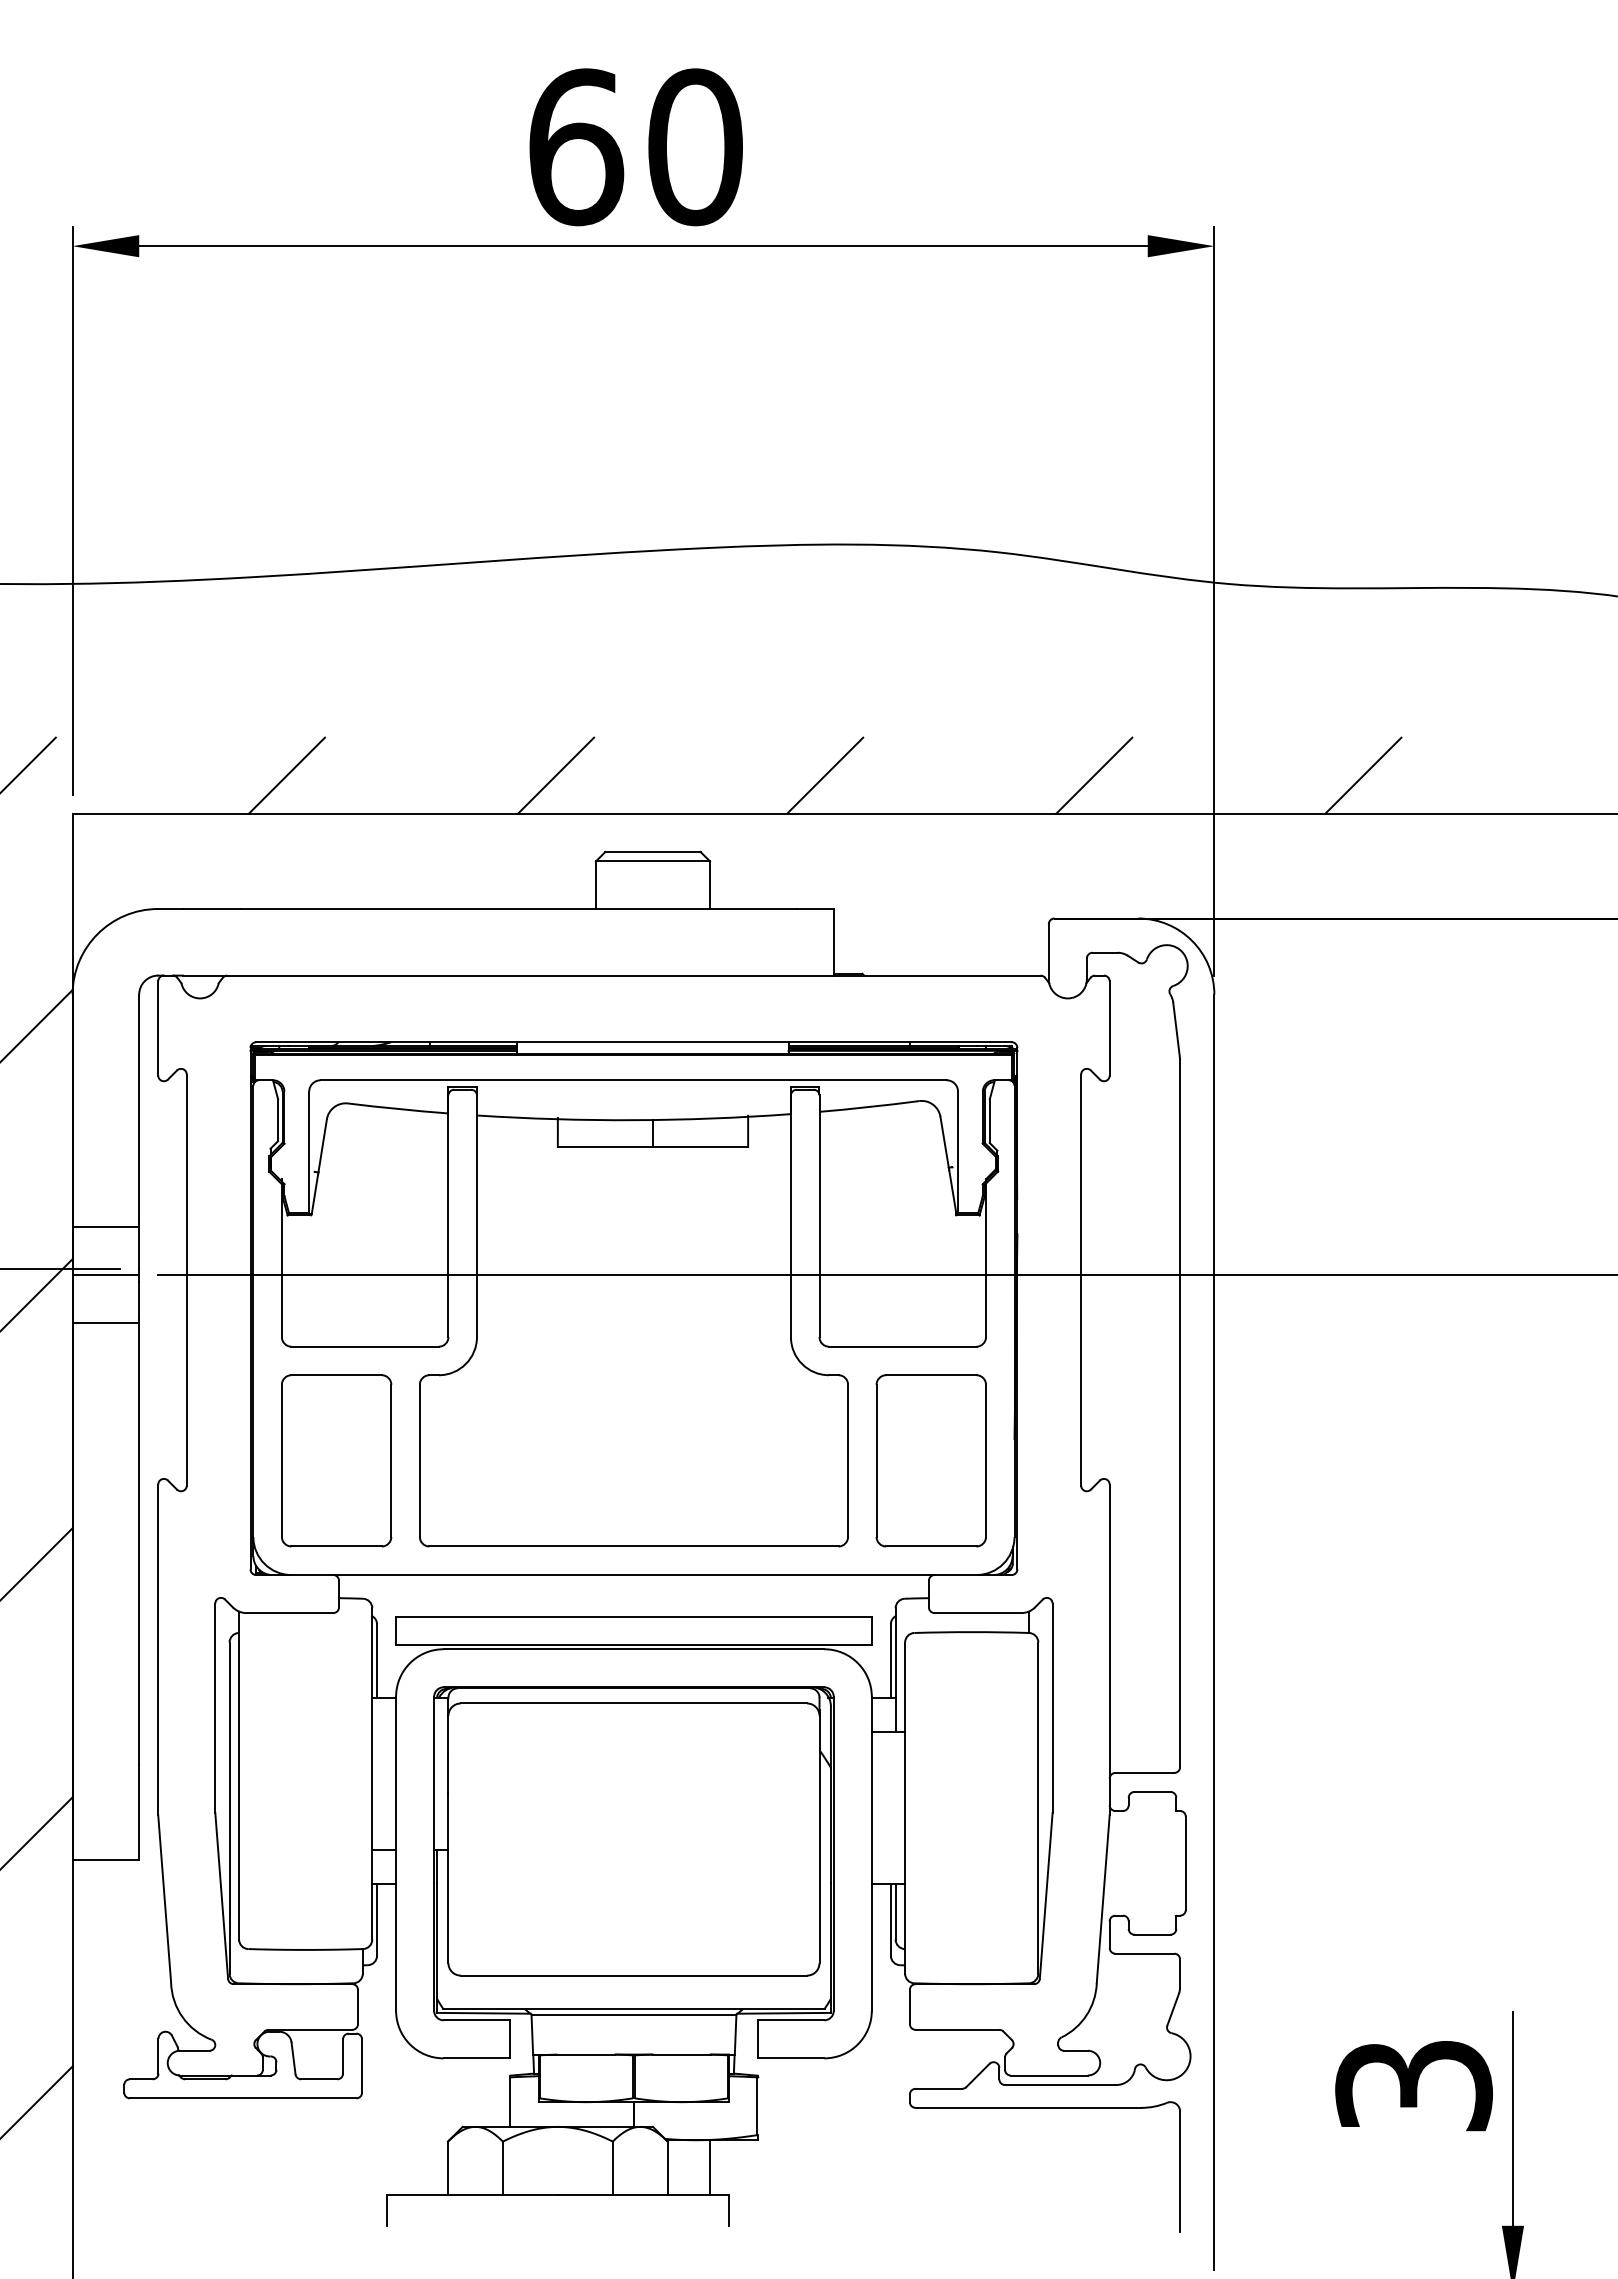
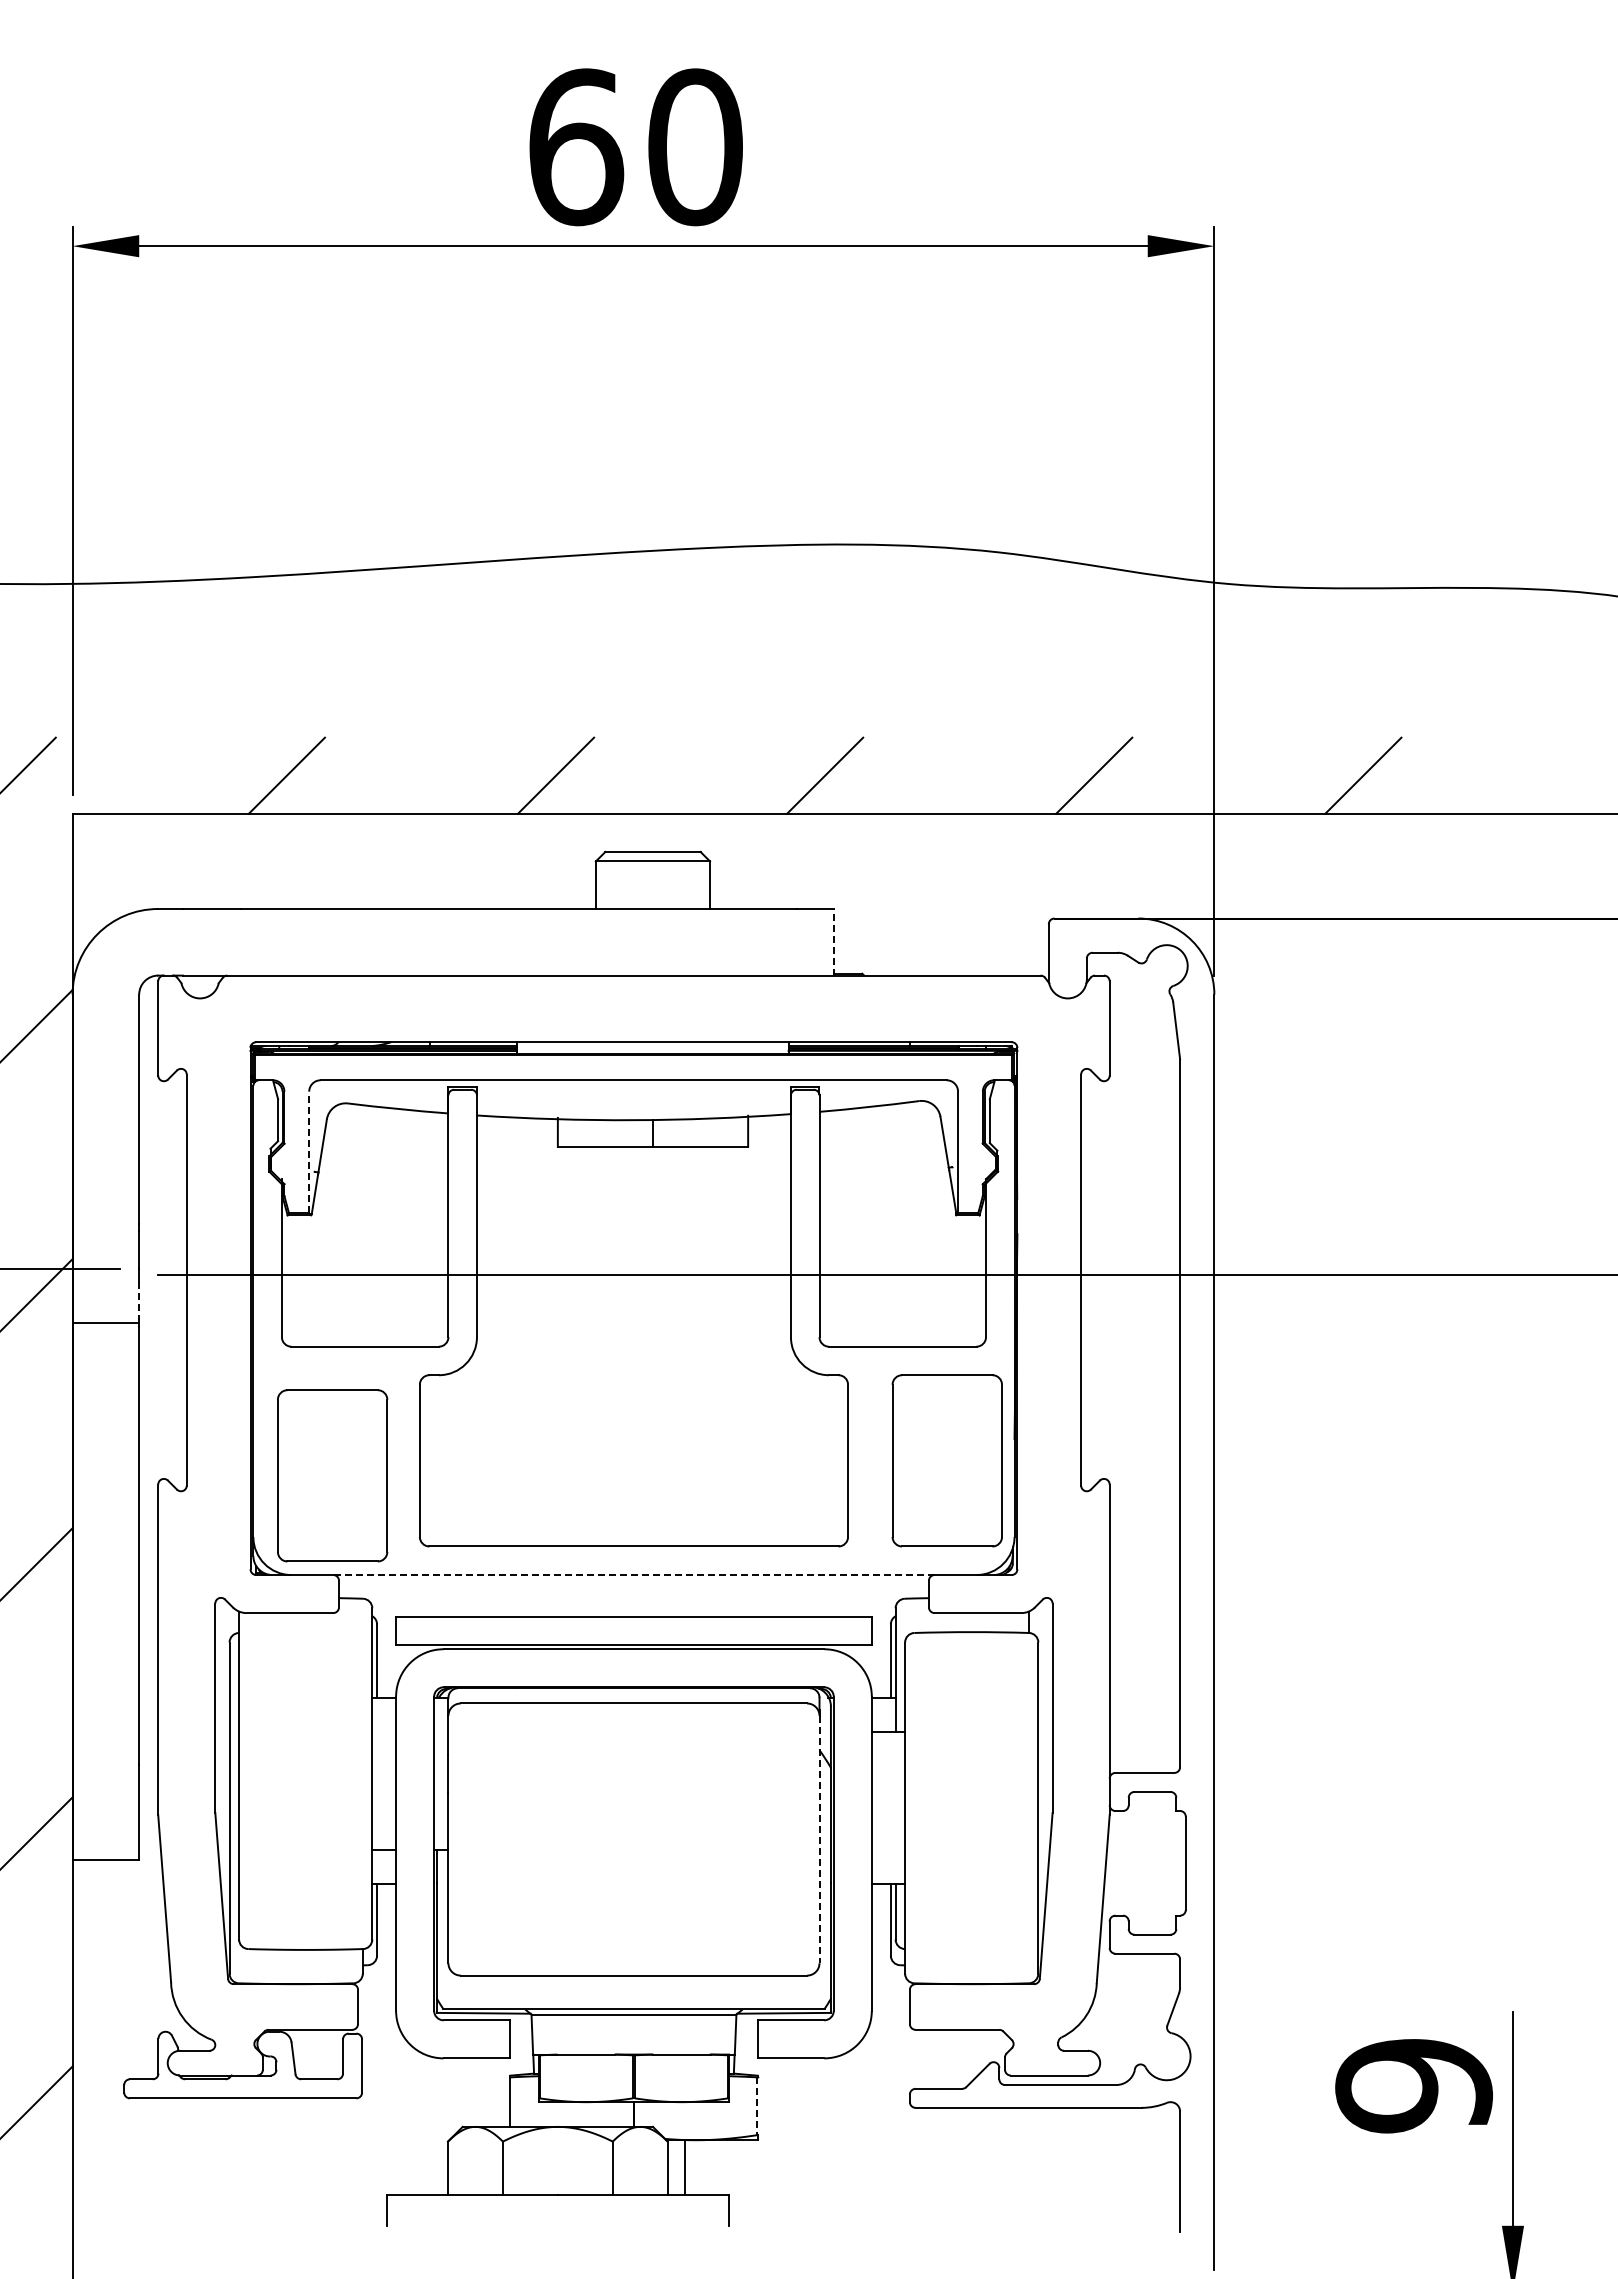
line at (833, 941): solid -> dashed
line at (309, 1152): solid -> dashed
line at (105, 1227): present -> none
line at (105, 1275): present -> none
line at (139, 1301): solid -> dashed
part at (336, 1460) position: (336, 1460) -> (332, 1475)
part at (930, 1460) position: (930, 1460) -> (946, 1460)
line at (633, 1575): solid -> dashed
line at (819, 1839): solid -> dashed
text at (1413, 2086): 3 -> 9
line at (757, 2106): solid -> dashed
line at (710, 2167) position: (710, 2167) -> (685, 2167)
